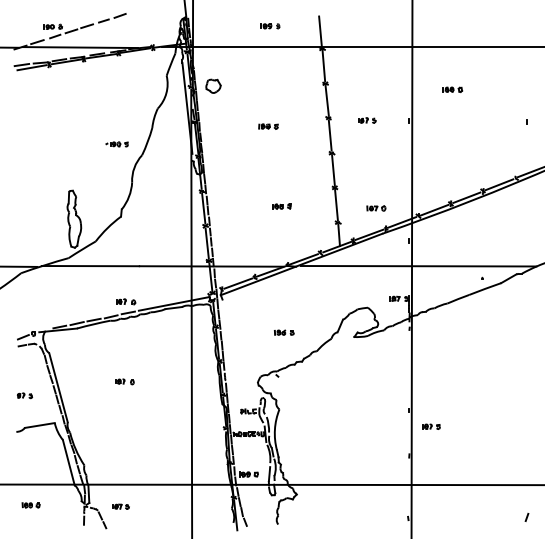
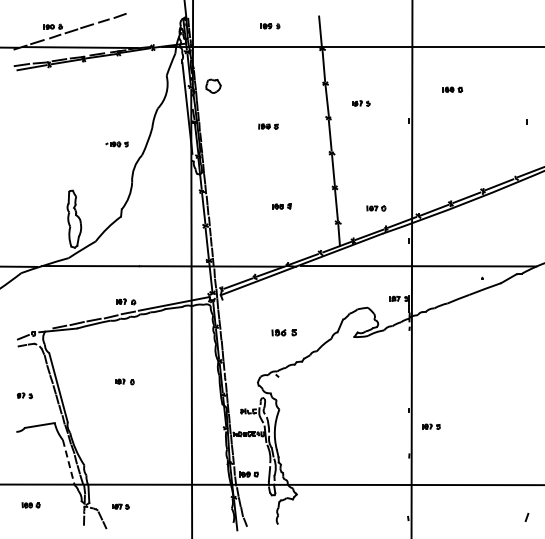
part at (367, 120) position: (367, 120) -> (361, 103)
part at (284, 332) size: 21x7 px -> 26x8 px
line at (68, 463): solid -> dashed
